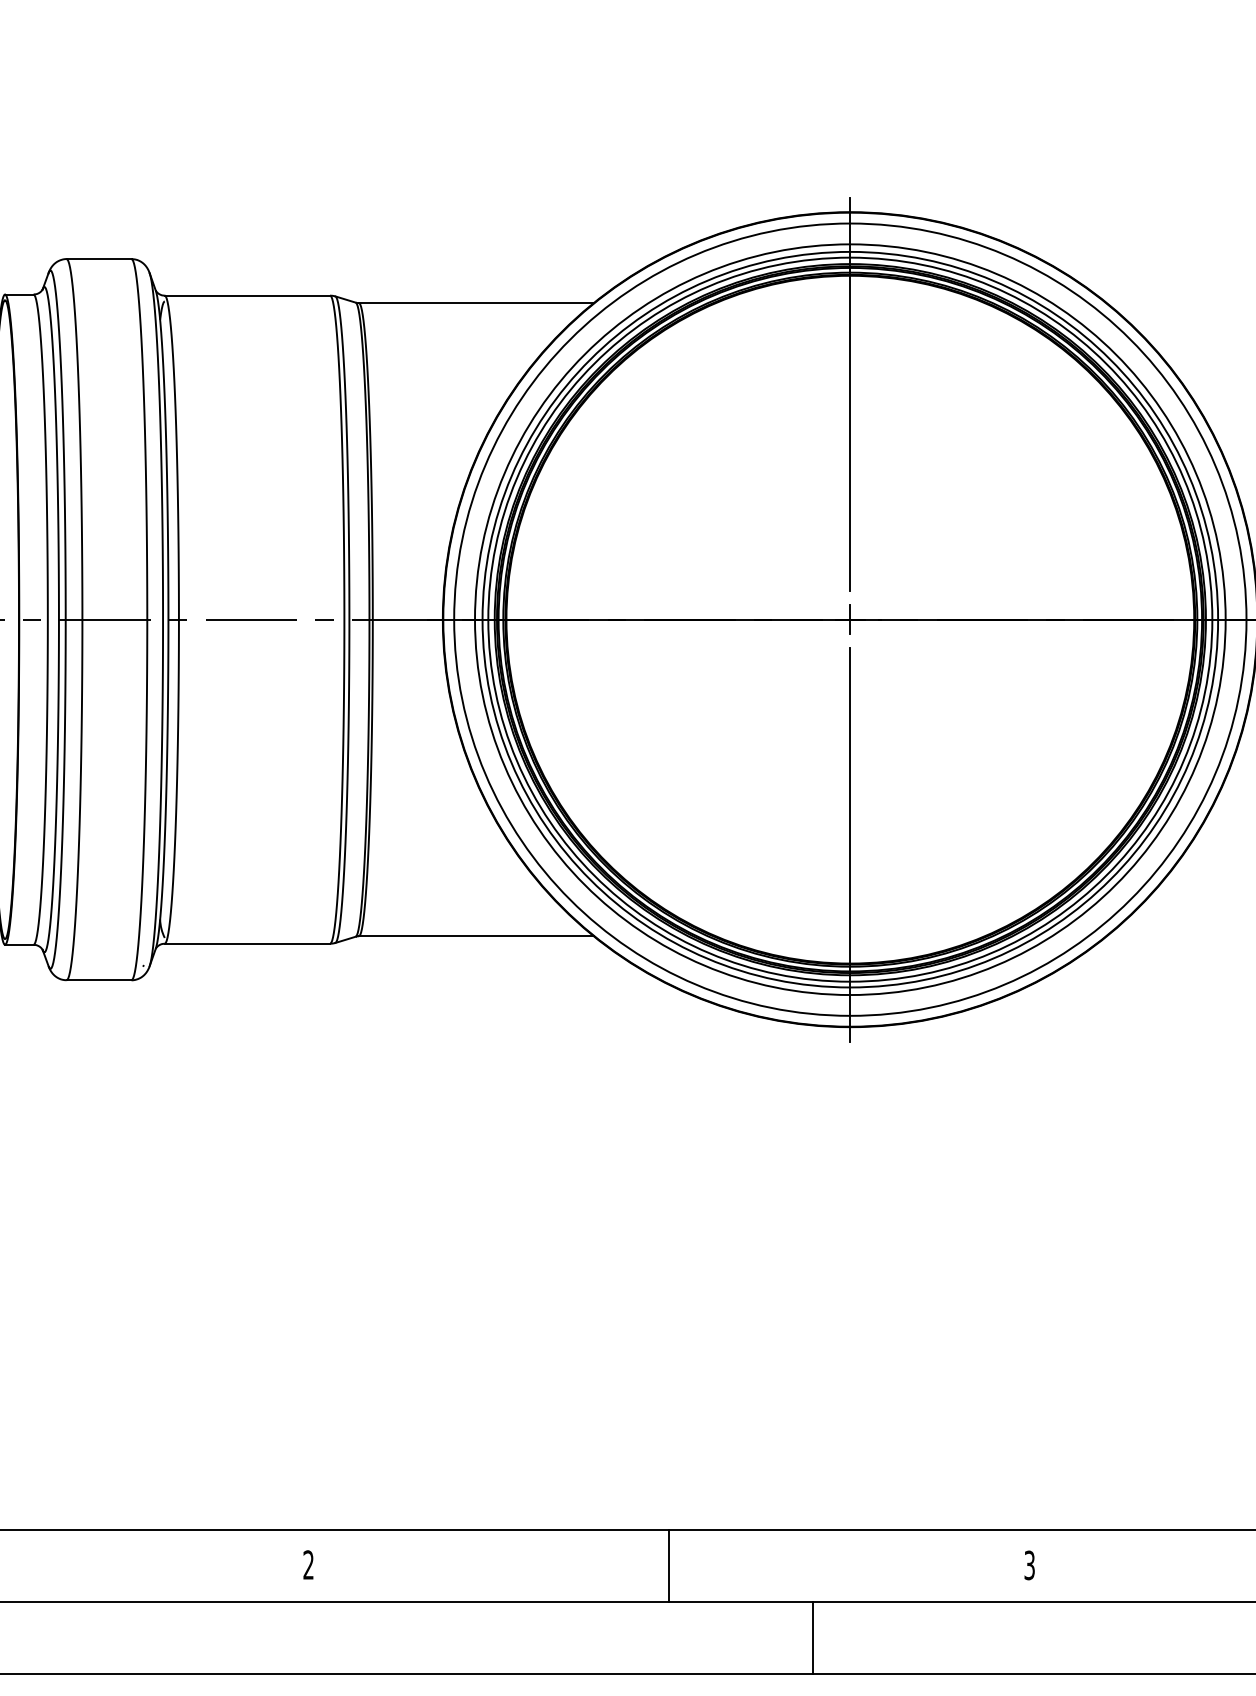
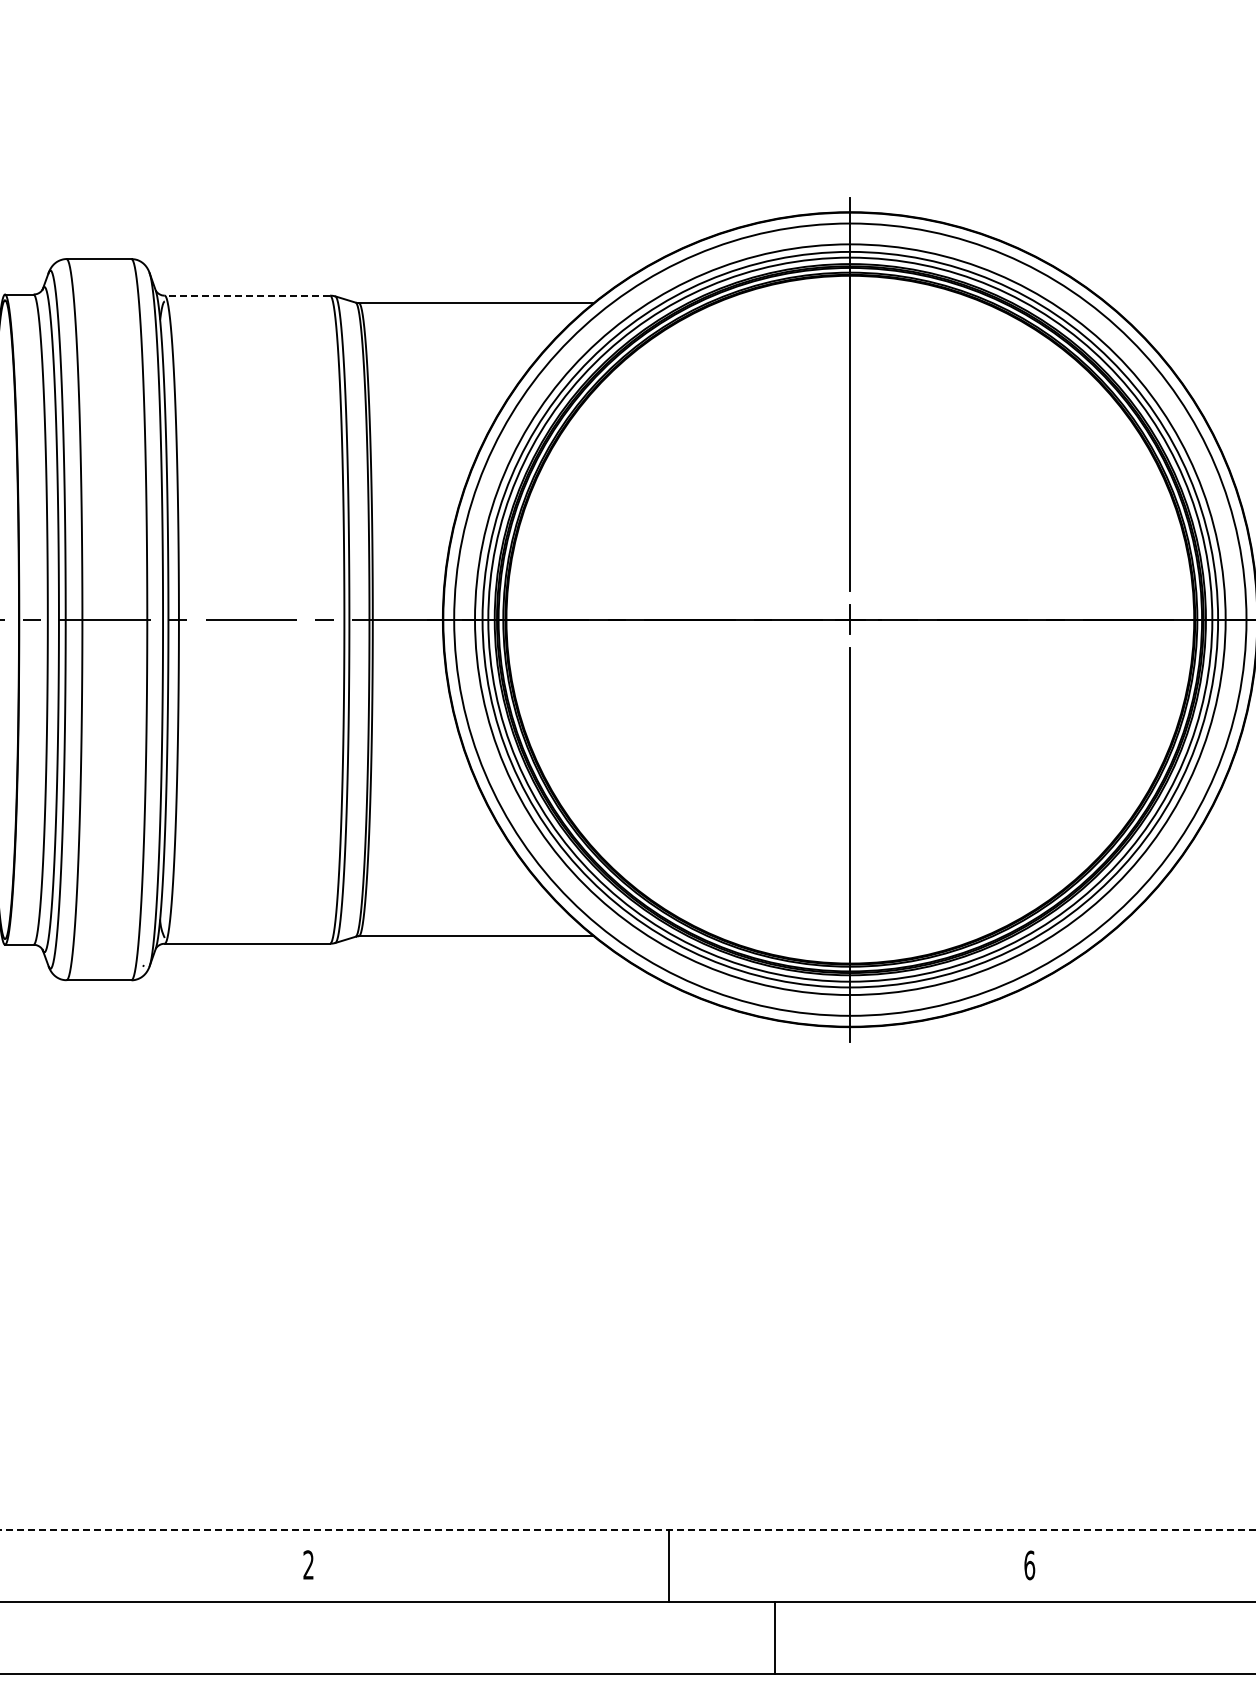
line at (247, 295): solid -> dashed
line at (628, 1530): solid -> dashed
text at (1029, 1565): 3 -> 6
line at (813, 1638) position: (813, 1638) -> (775, 1638)
